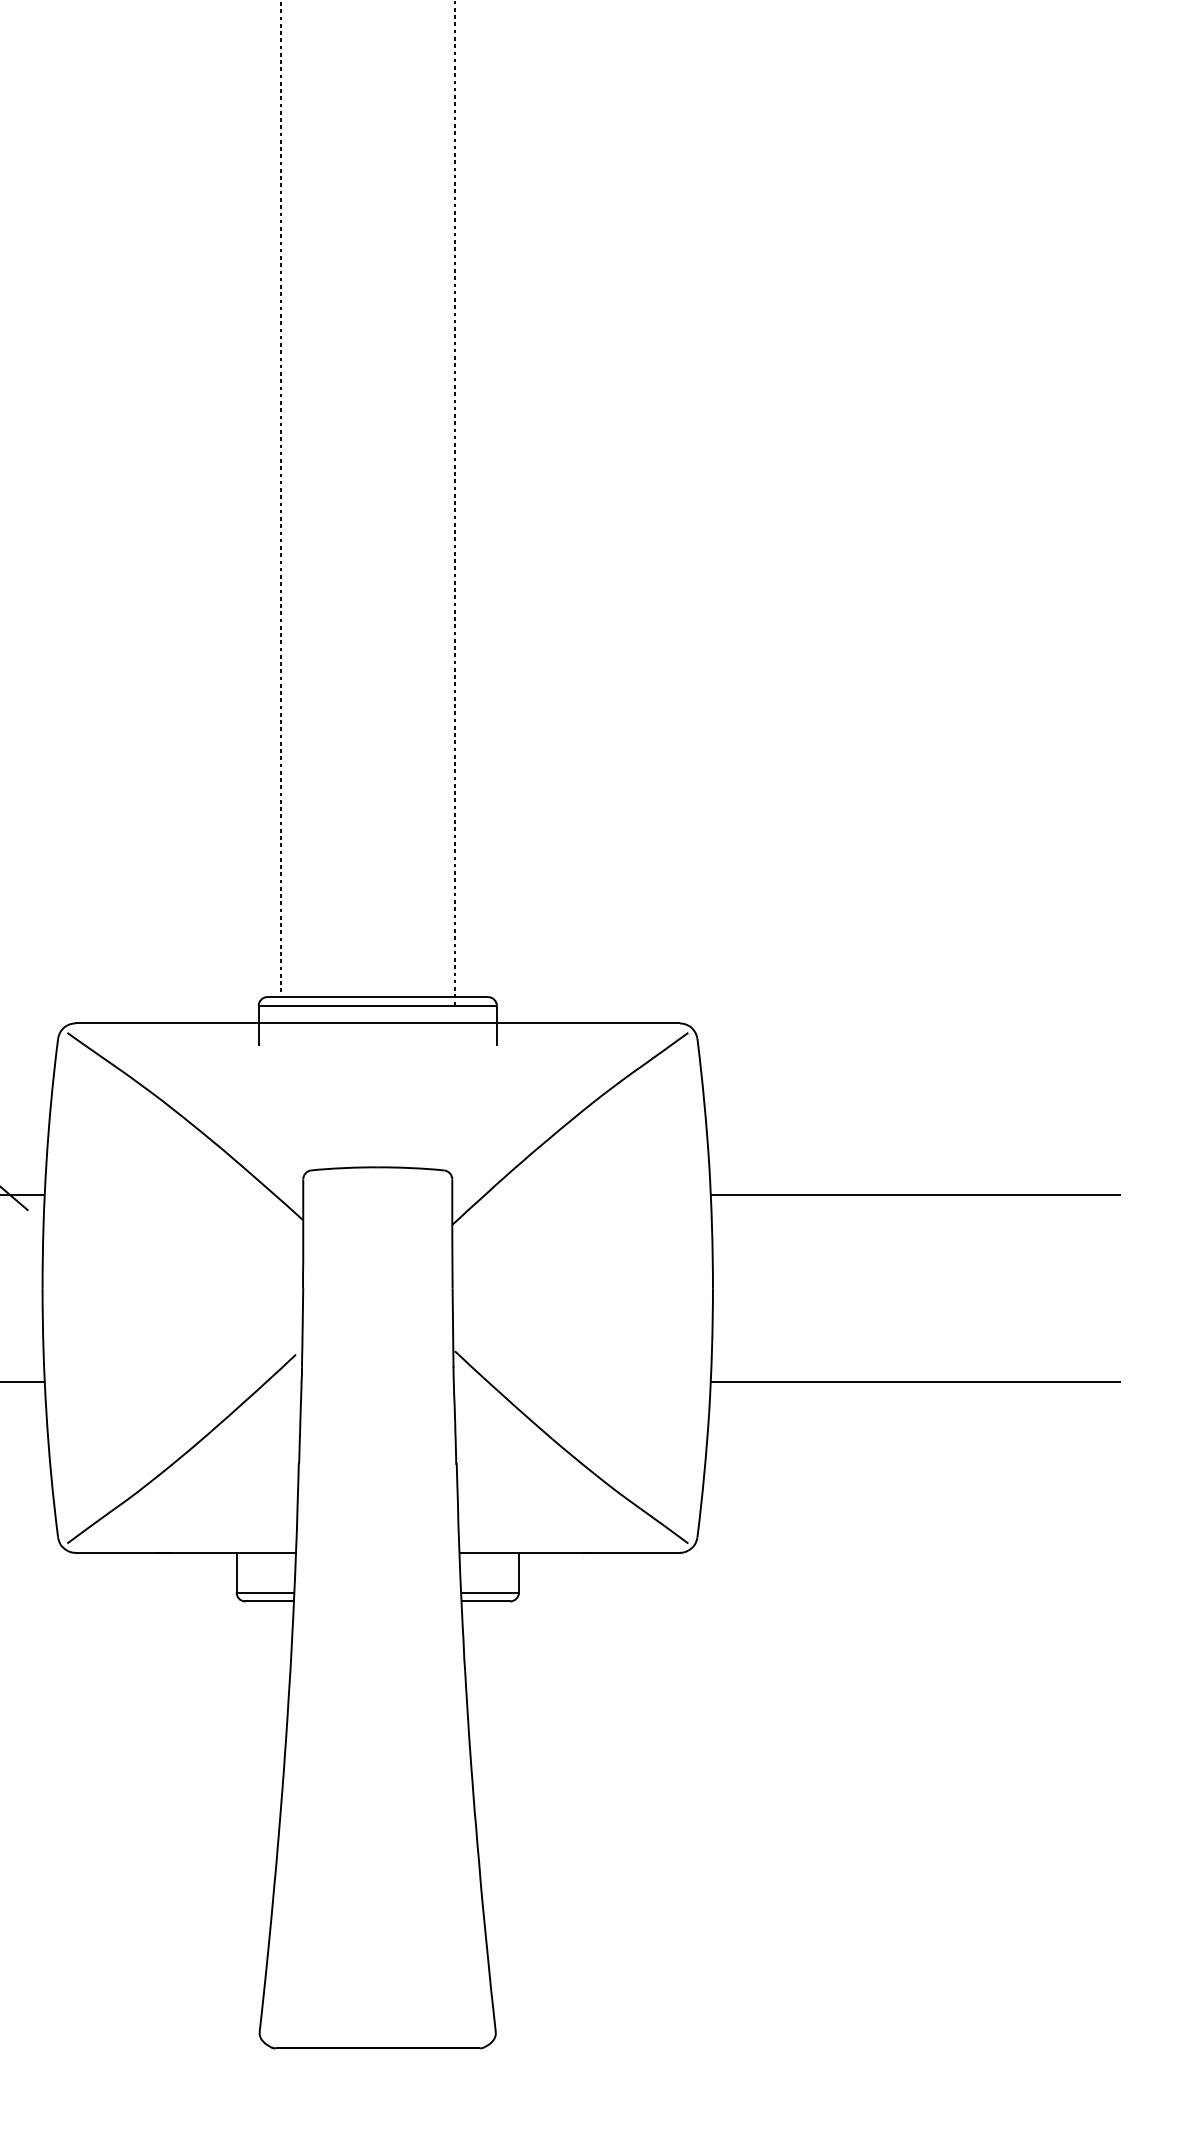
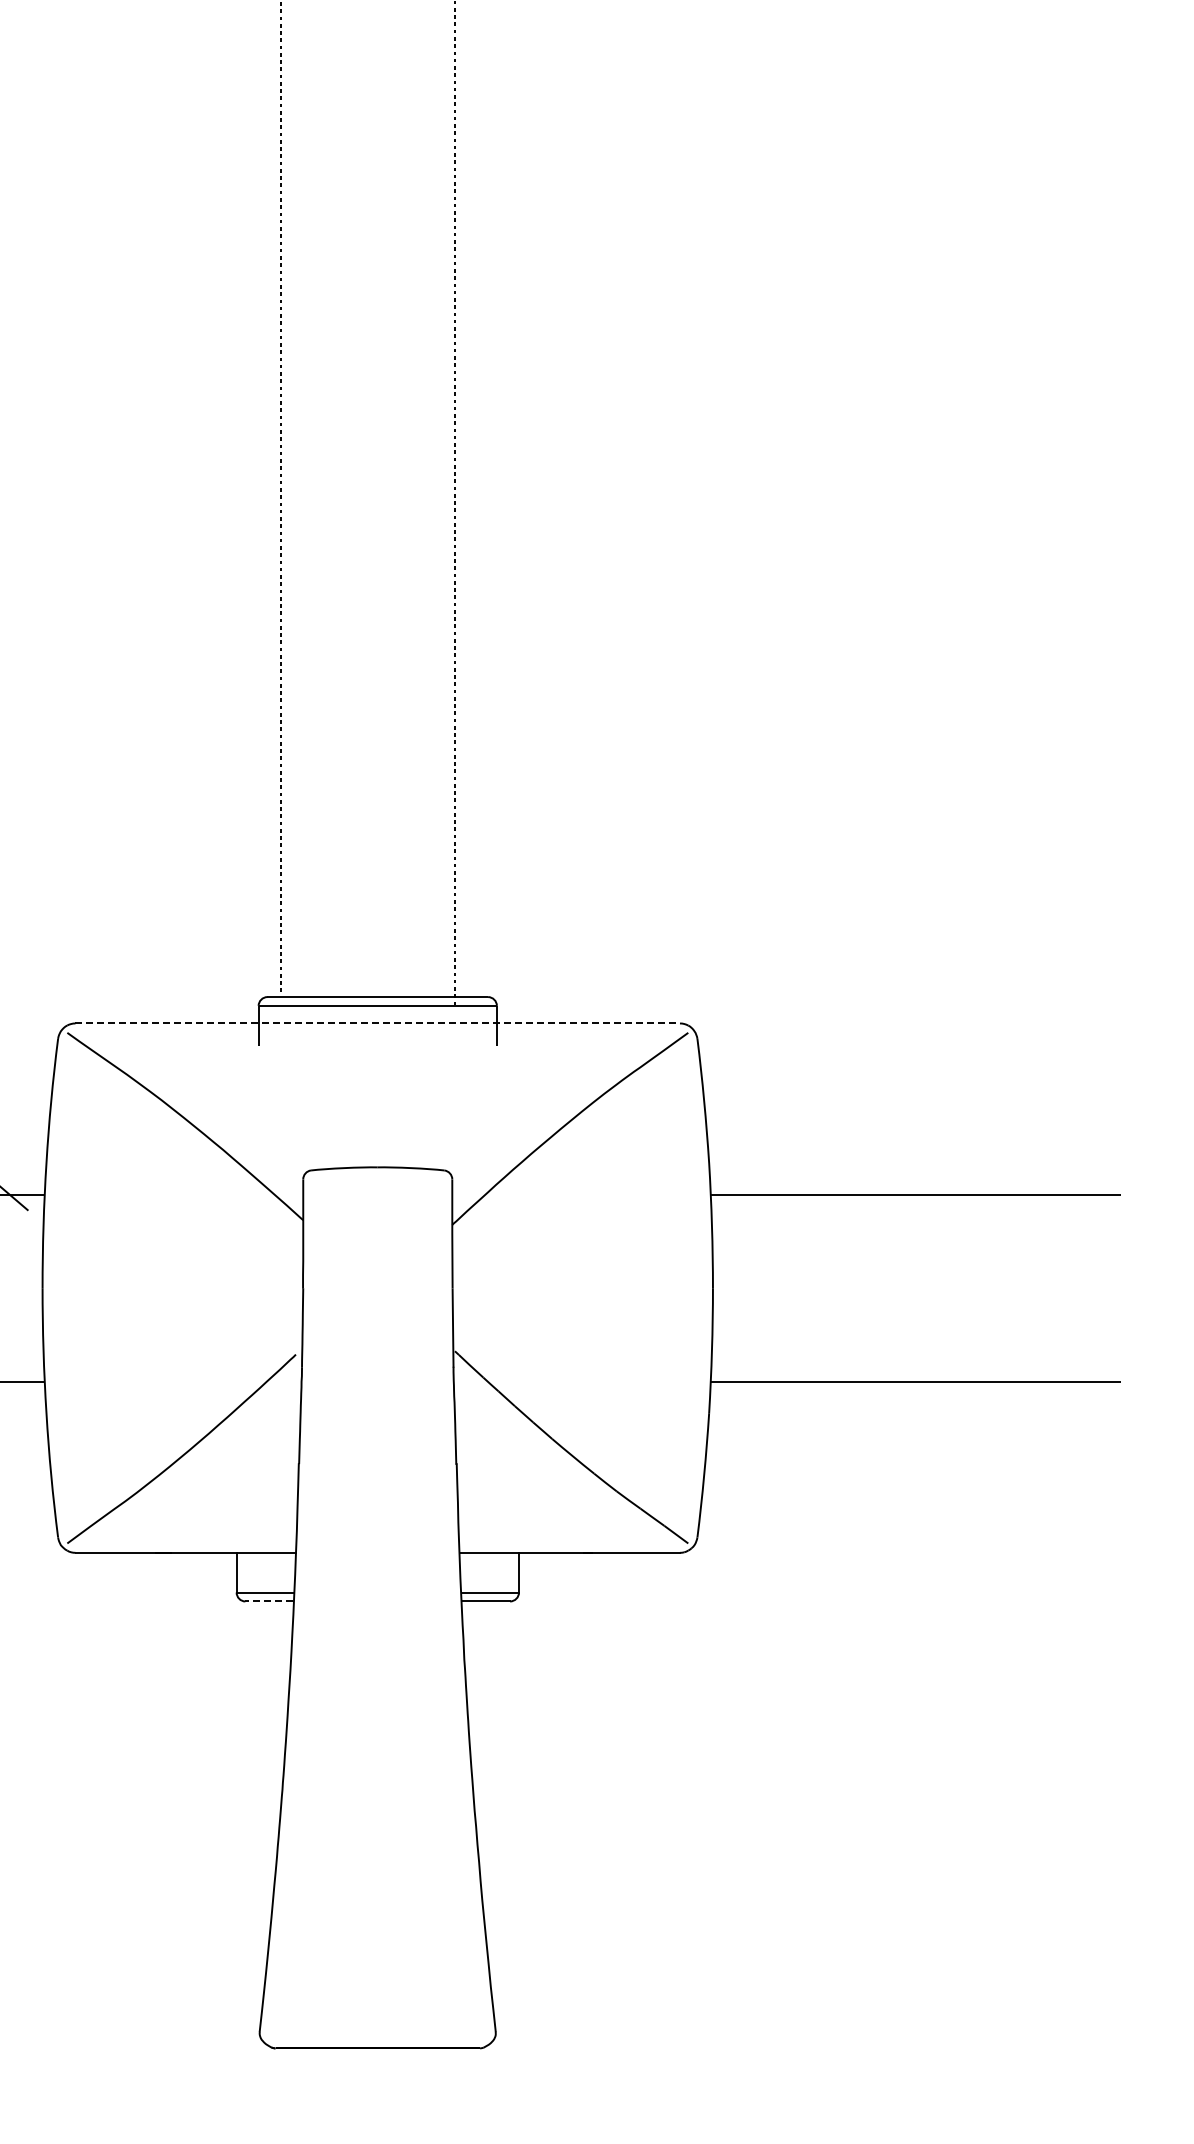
line at (378, 1022): solid -> dashed
line at (269, 1601): solid -> dashed
